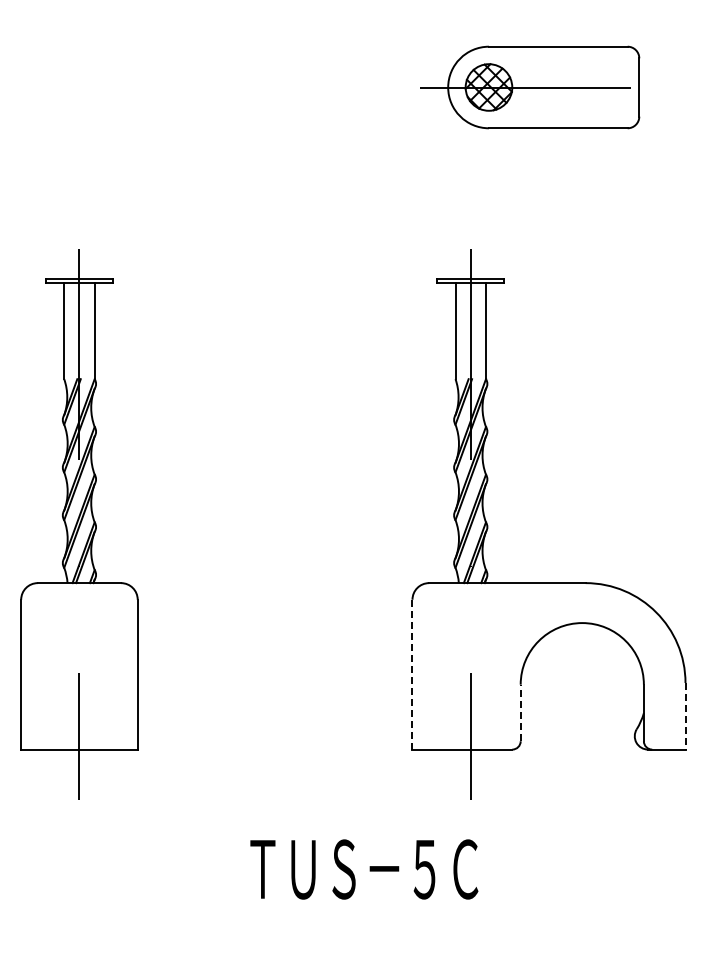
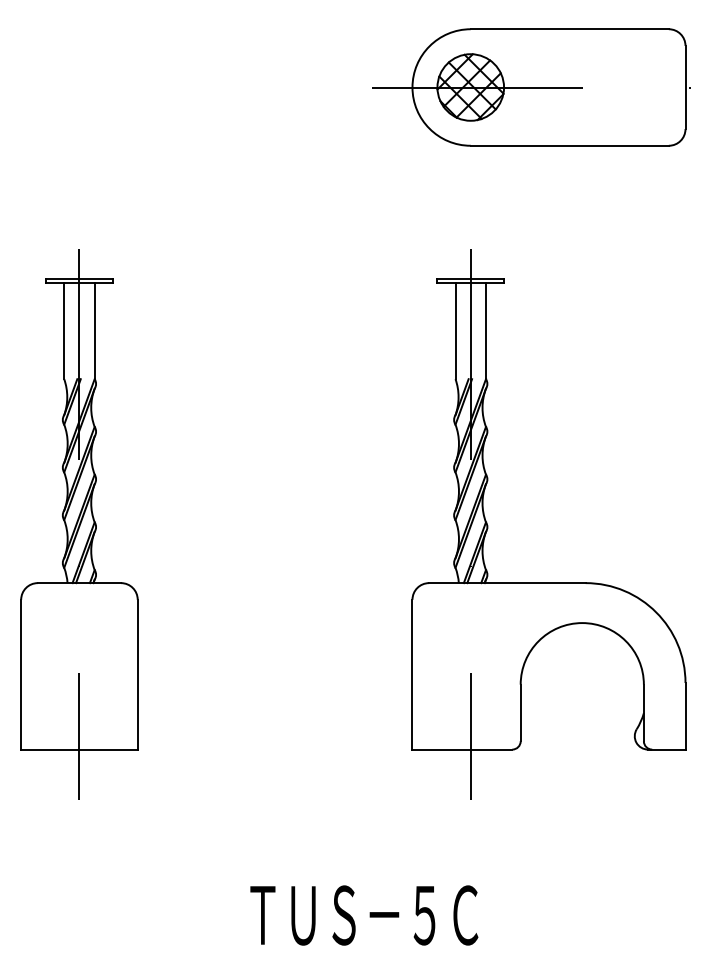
part at (530, 87) size: 221x85 px -> 319x119 px
line at (412, 674): dashed -> solid
line at (520, 712): dashed -> solid
line at (685, 716): dashed -> solid
text at (364, 869) position: (364, 869) -> (364, 915)
